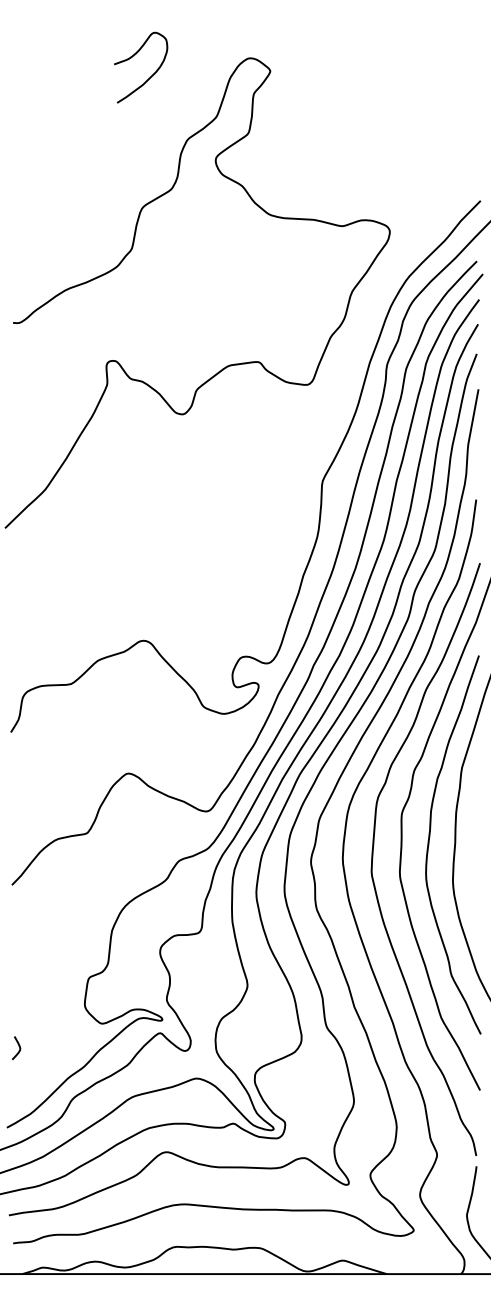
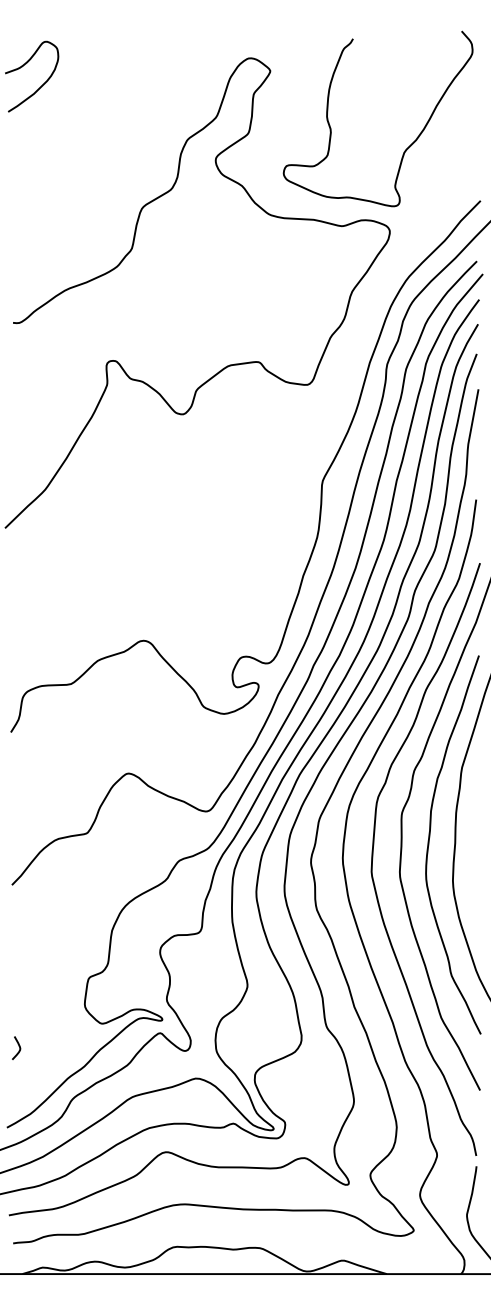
curve at (150, 76) position: (150, 76) -> (41, 85)
curve at (407, 147): none -> present
